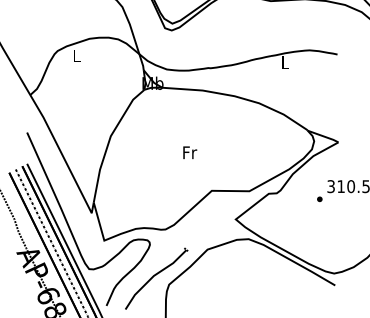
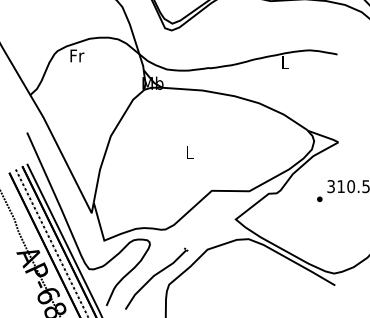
text at (77, 55): L -> Fr
text at (190, 152): Fr -> L
